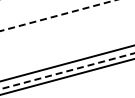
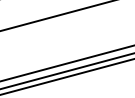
line at (58, 15): dashed -> solid
line at (66, 71): dashed -> solid
